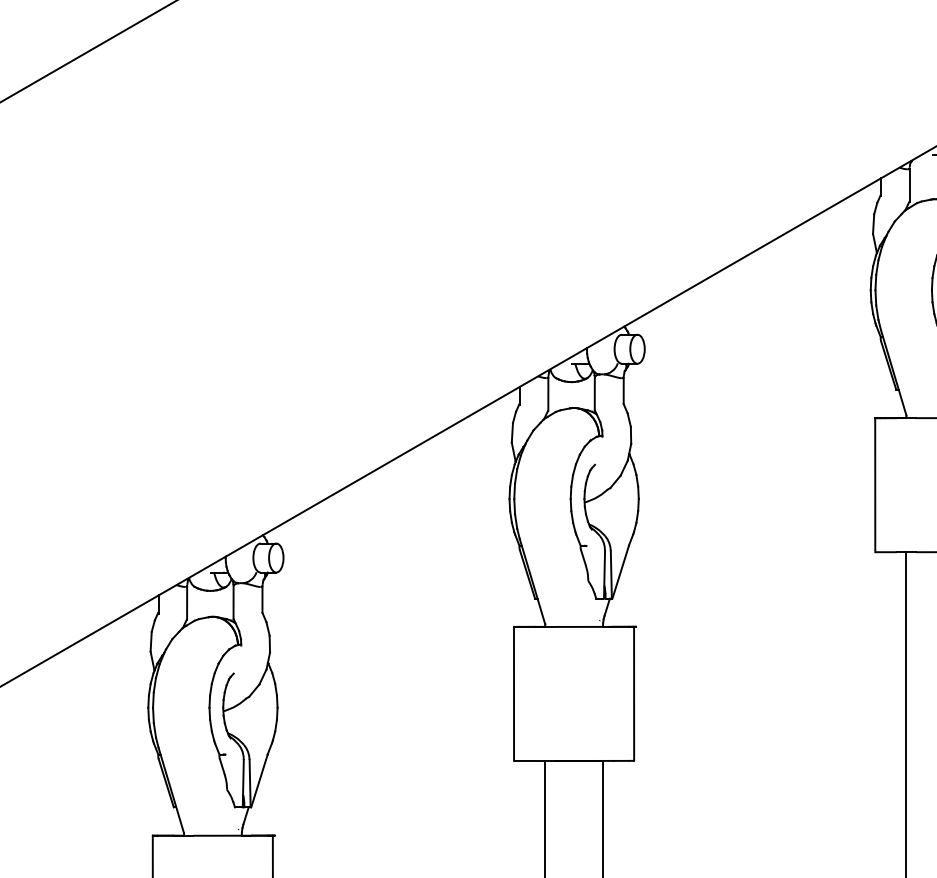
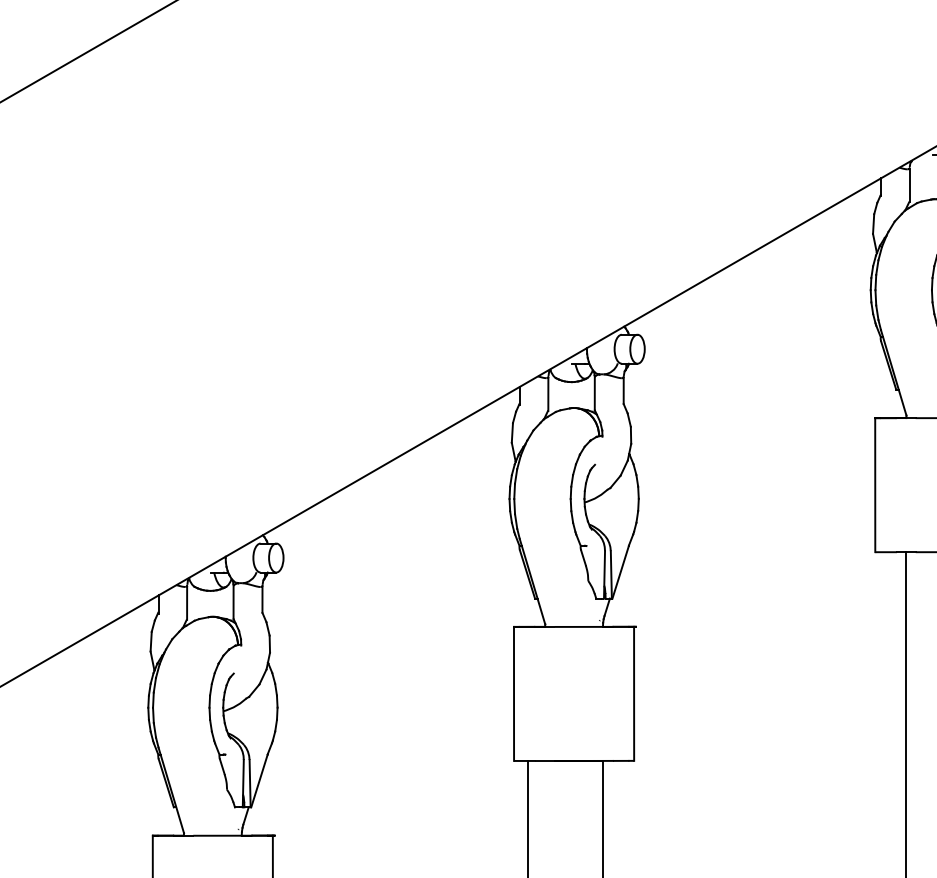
line at (545, 817) position: (545, 817) -> (528, 817)
